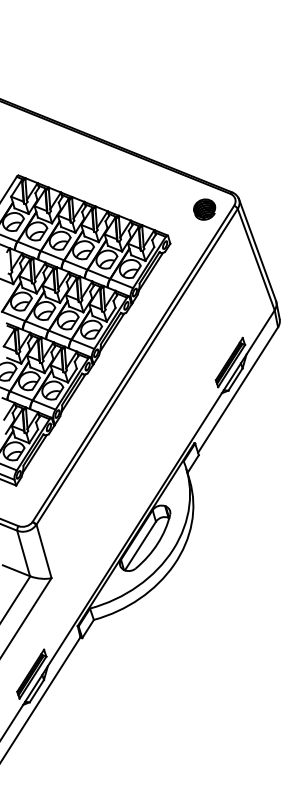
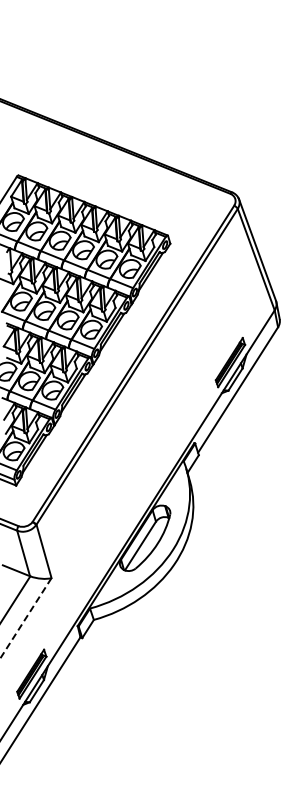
part at (204, 209): present -> none
line at (25, 618): solid -> dashed
